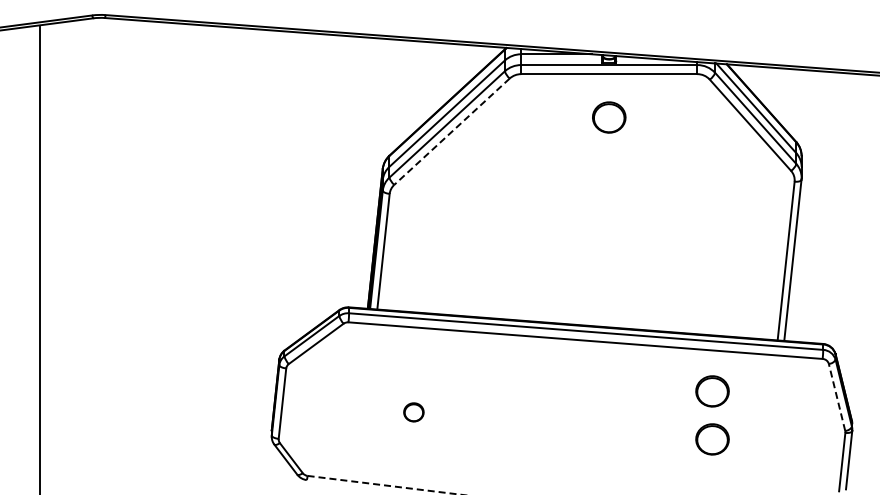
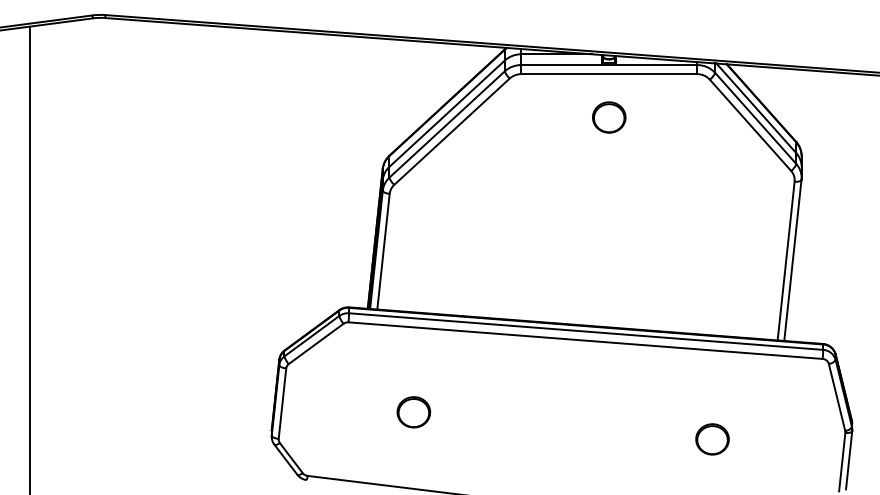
line at (451, 132): dashed -> solid
line at (39, 258) position: (39, 258) -> (29, 258)
part at (712, 391): present -> none
line at (836, 396): dashed -> solid
part at (413, 412) size: 22x21 px -> 36x33 px
line at (385, 485): dashed -> solid
